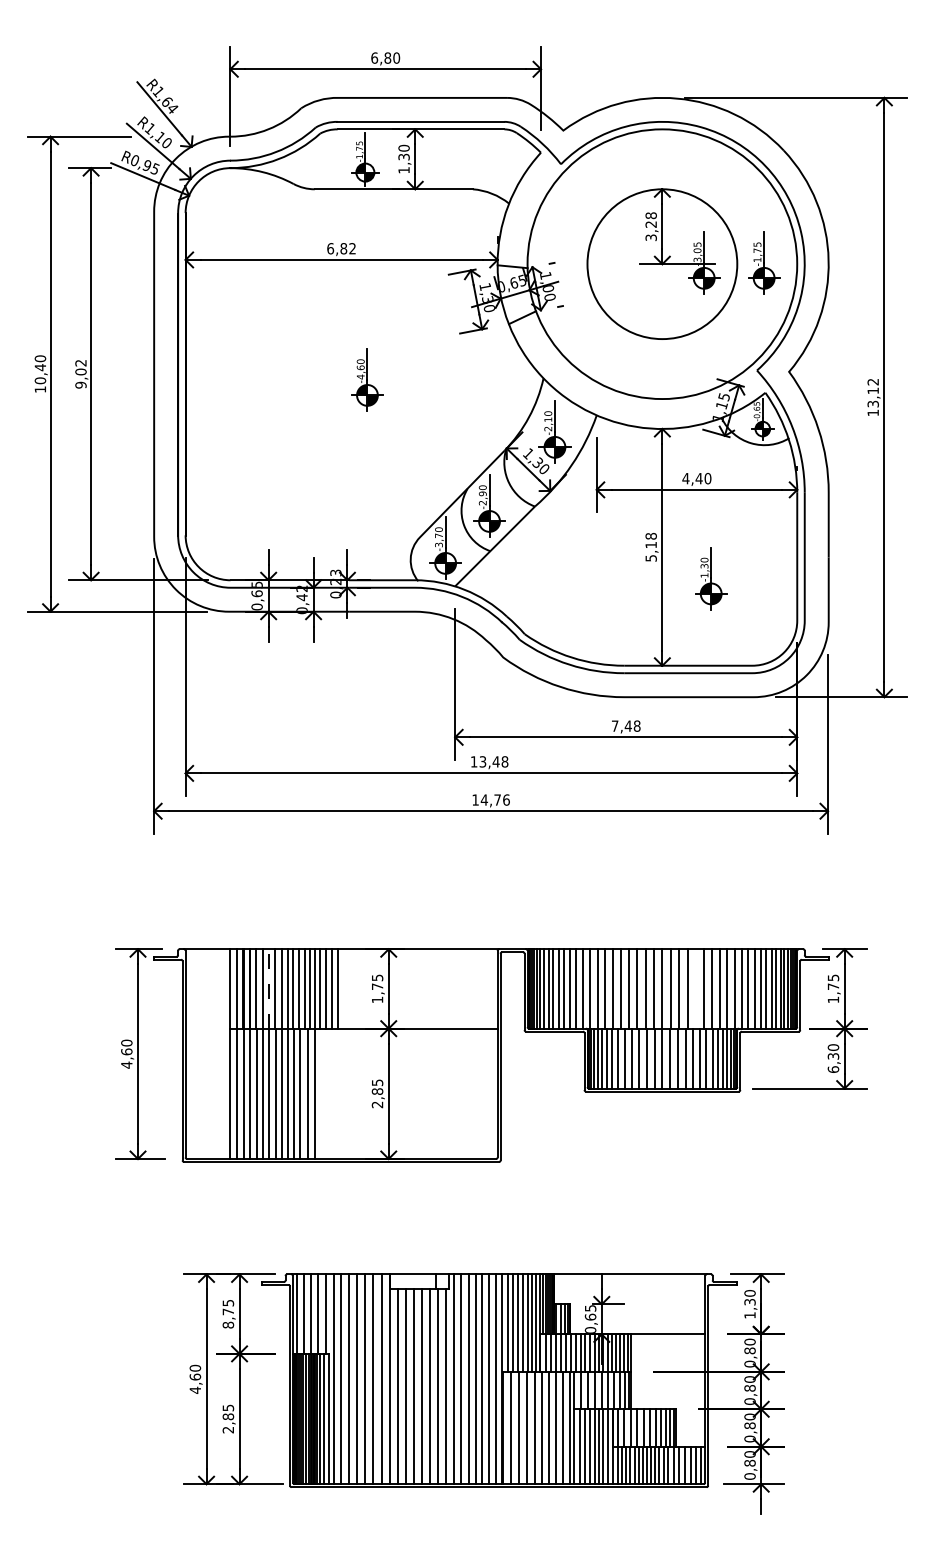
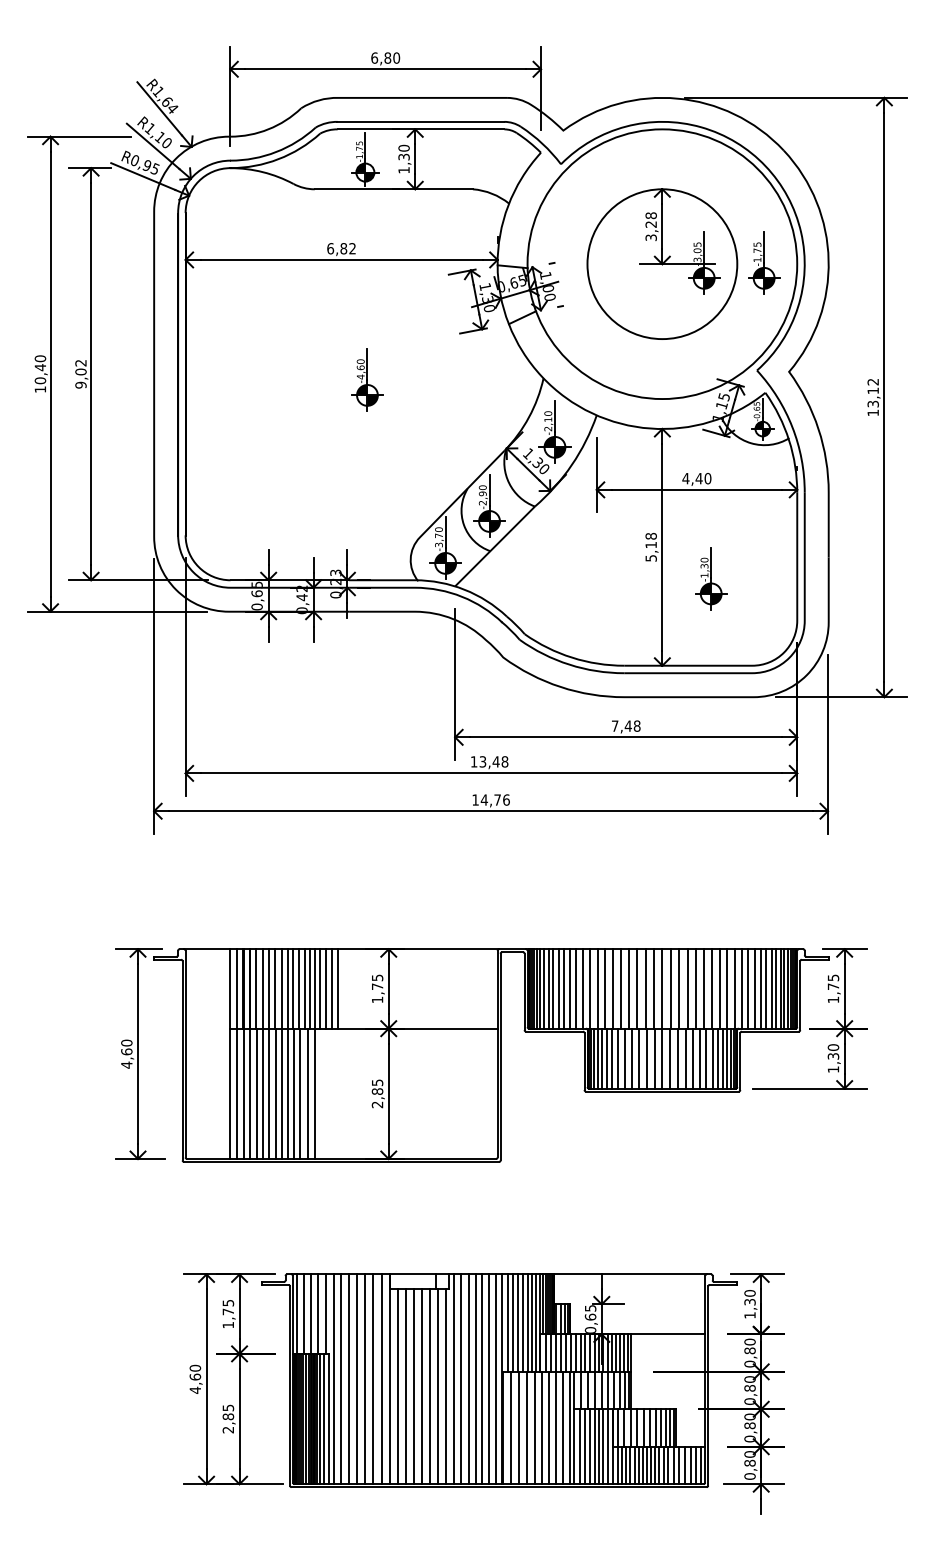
line at (269, 988): dashed -> solid
line at (695, 988): none -> present
text at (833, 1069): 6,30 -> 1,30
text at (228, 1324): 8,75 -> 1,75
